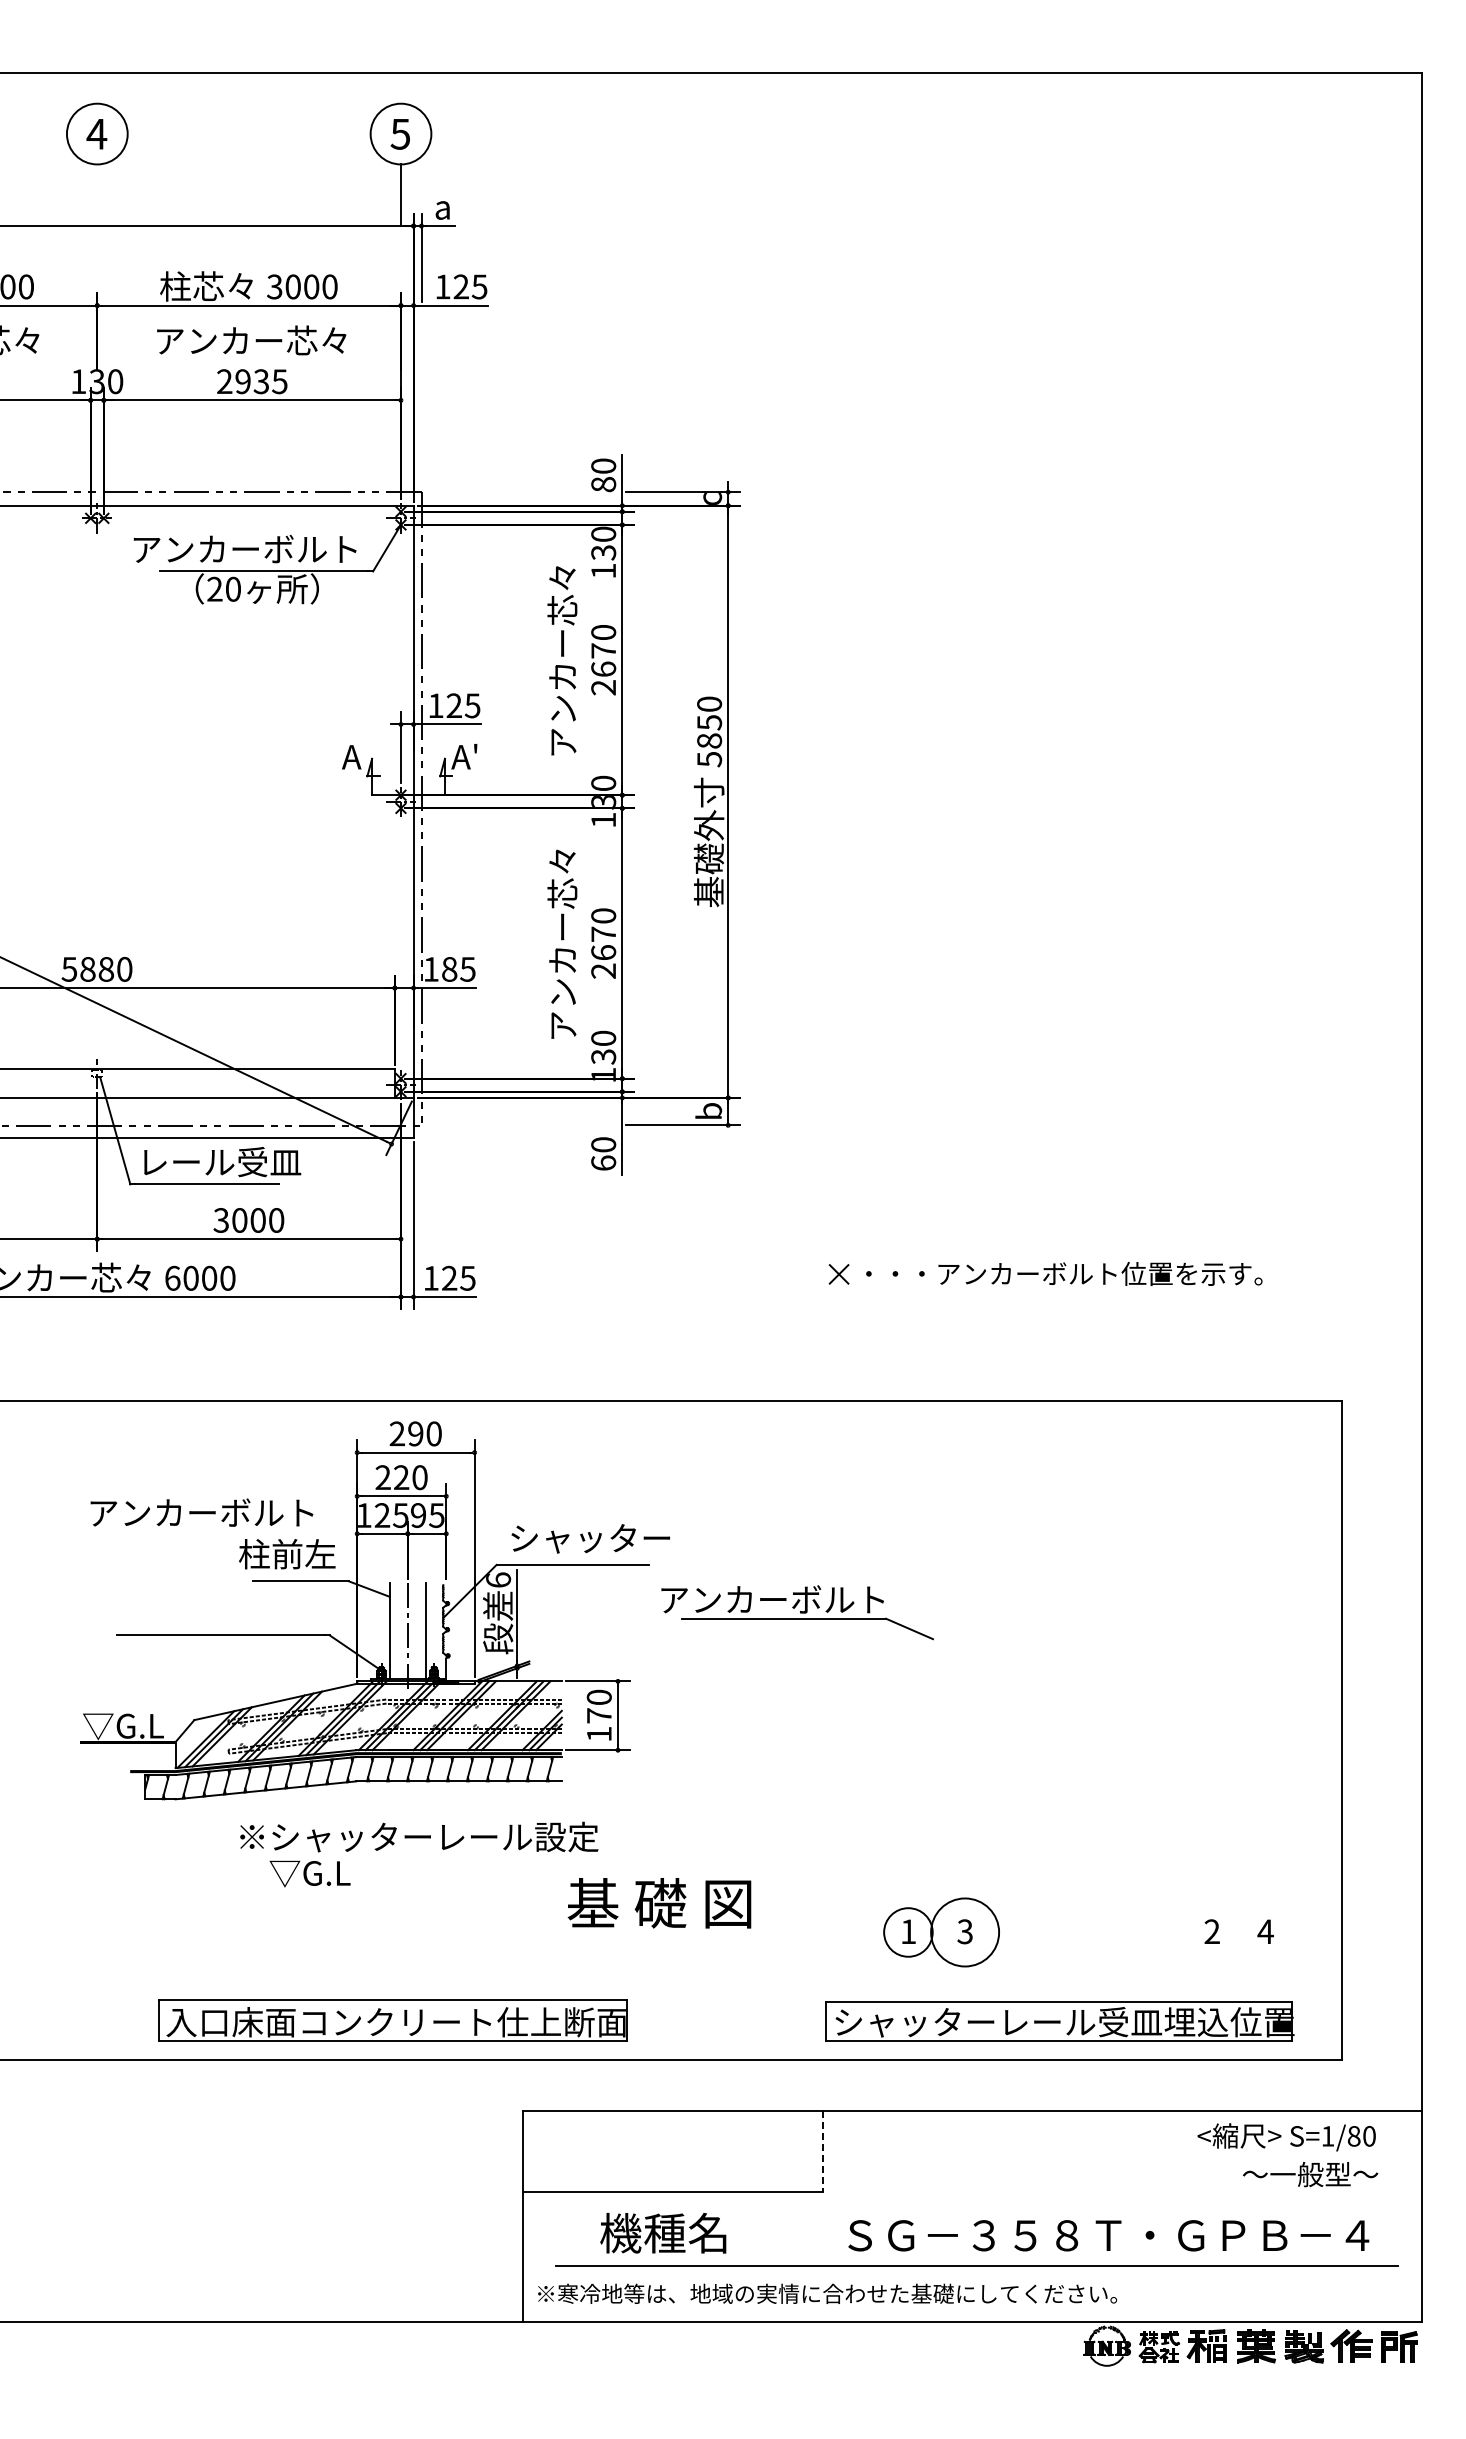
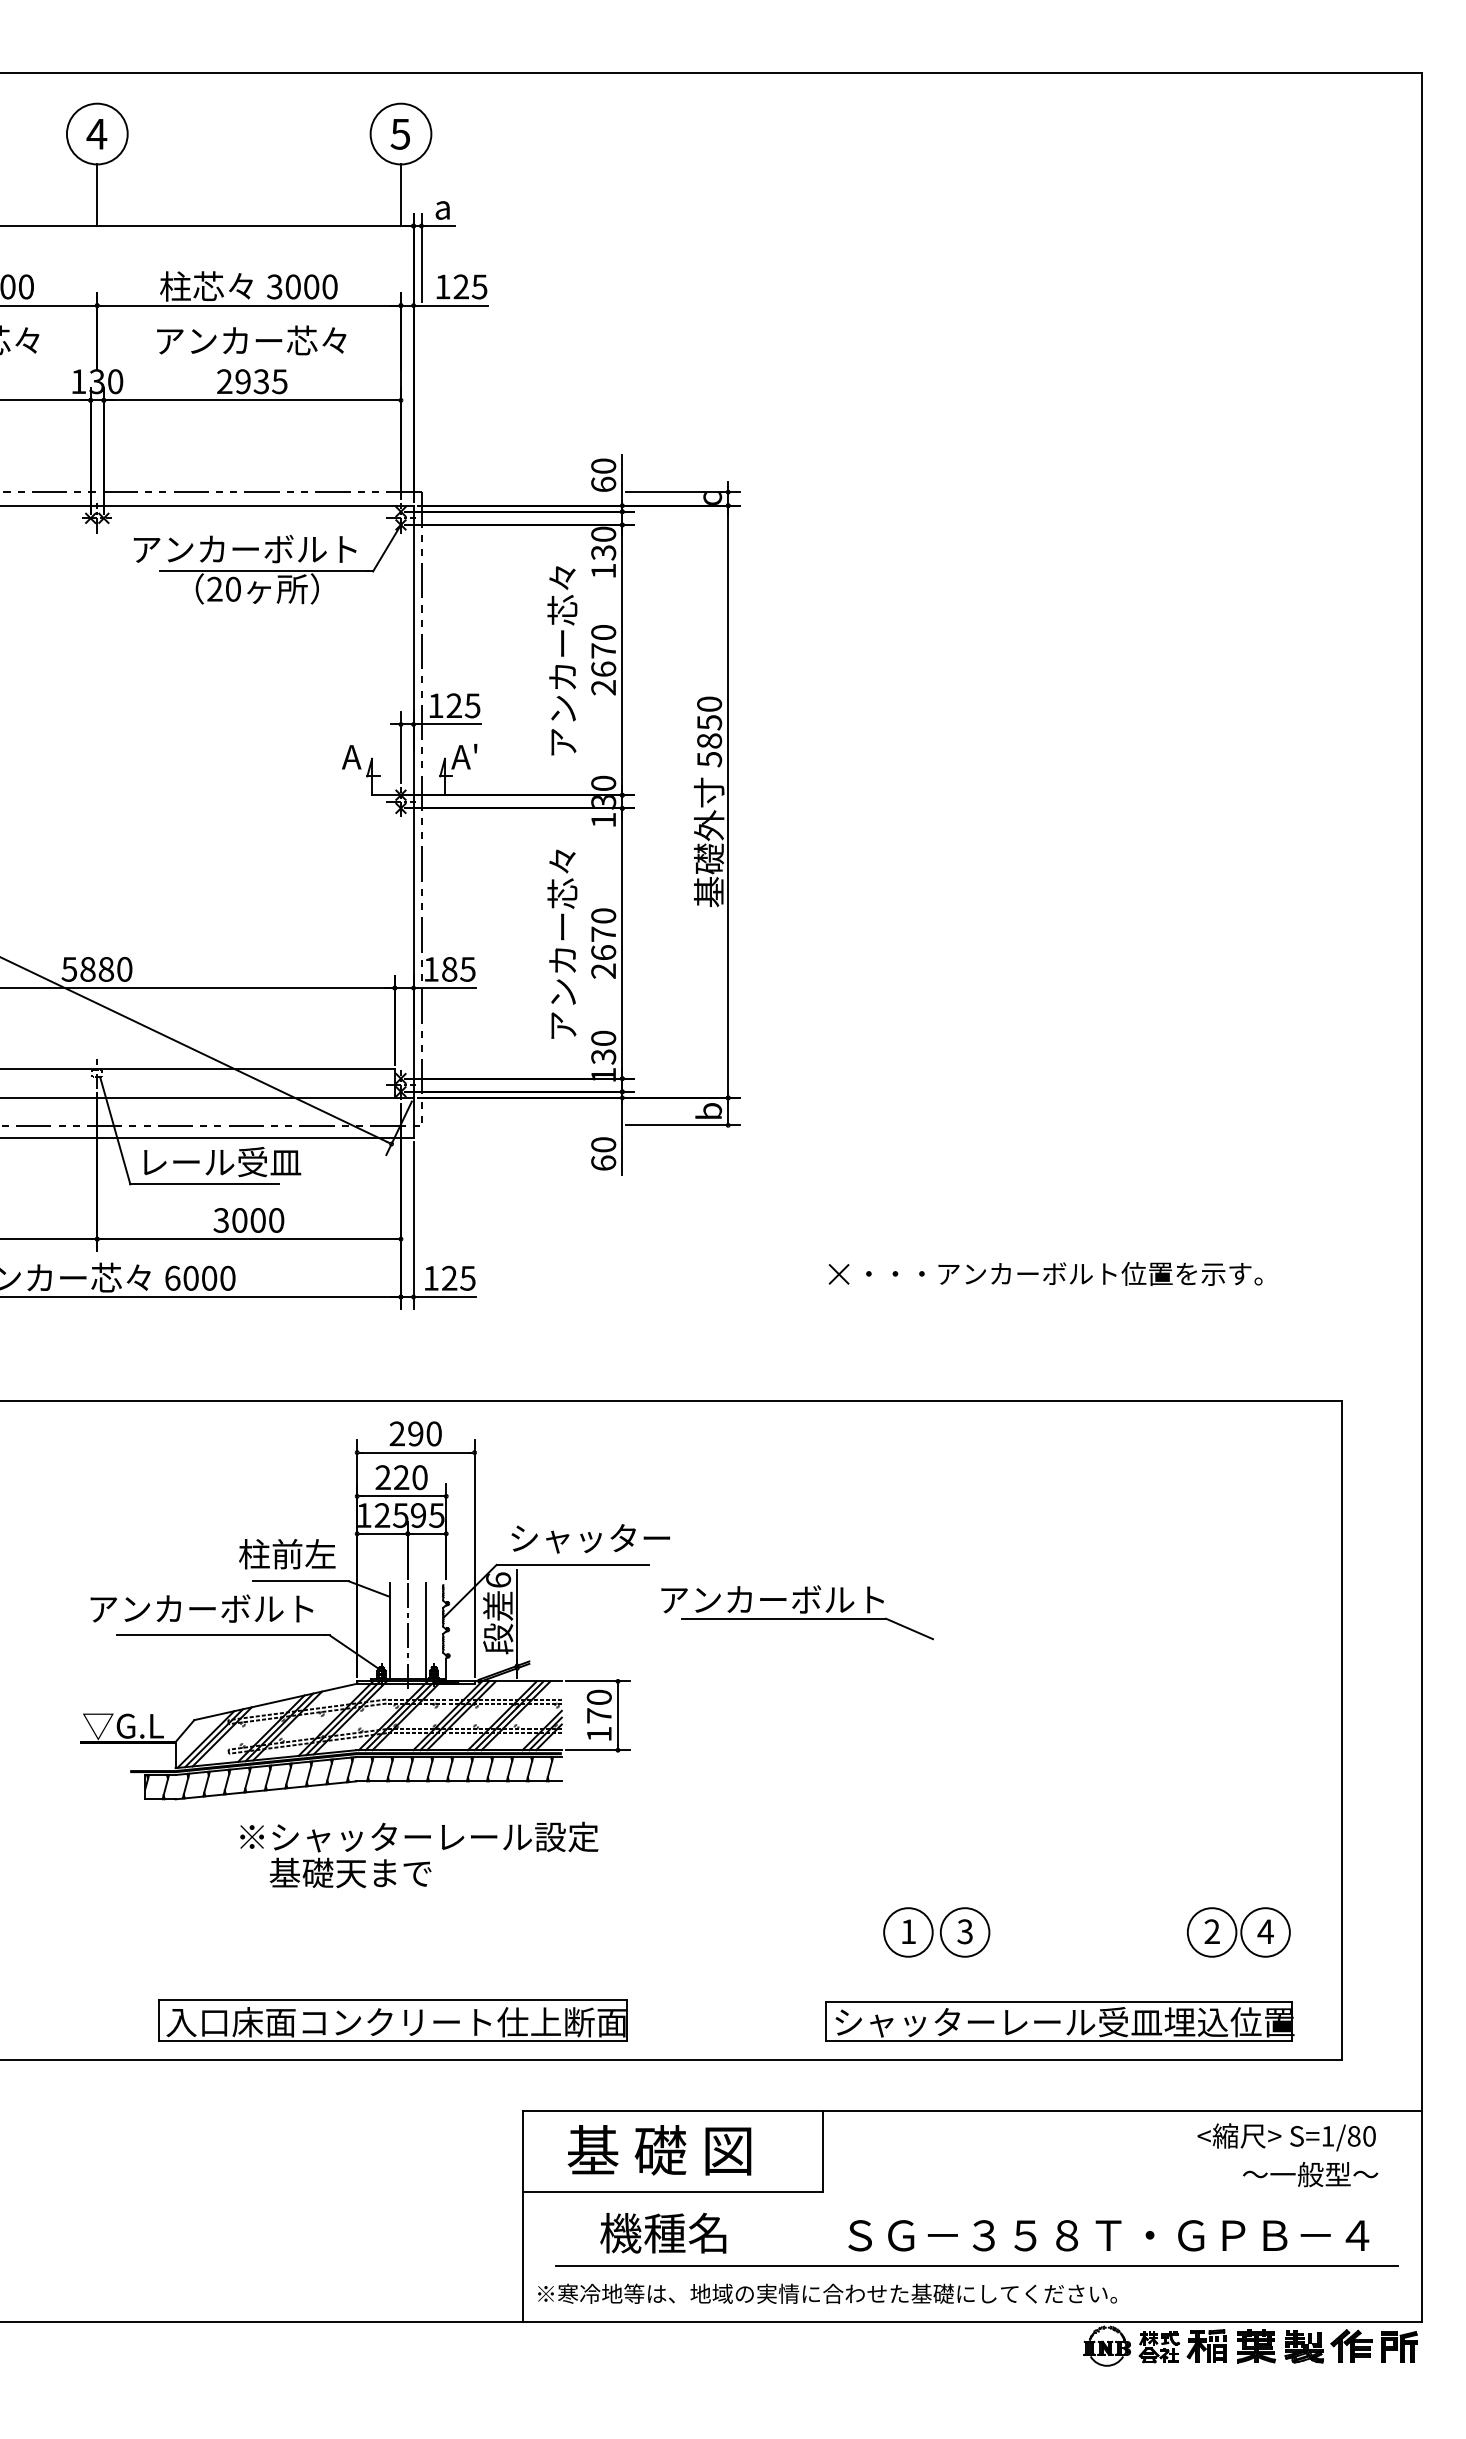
line at (97, 195): none -> present
text at (603, 484): 80 -> 60
text at (201, 1512) position: (201, 1512) -> (201, 1608)
text at (350, 1872): ▽G.L -> 基礎天まで
text at (659, 1903) position: (659, 1903) -> (659, 2150)
circle at (965, 1932) diameter: 68 px -> 49 px
part at (1238, 1932): none -> present
line at (822, 2151): dashed -> solid
